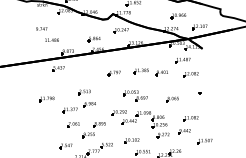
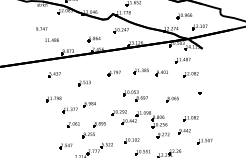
part at (178, 16) position: (178, 16) -> (184, 16)
part at (58, 68) position: (58, 68) -> (54, 74)
part at (84, 92) position: (84, 92) -> (84, 83)
part at (46, 99) position: (46, 99) -> (53, 99)
